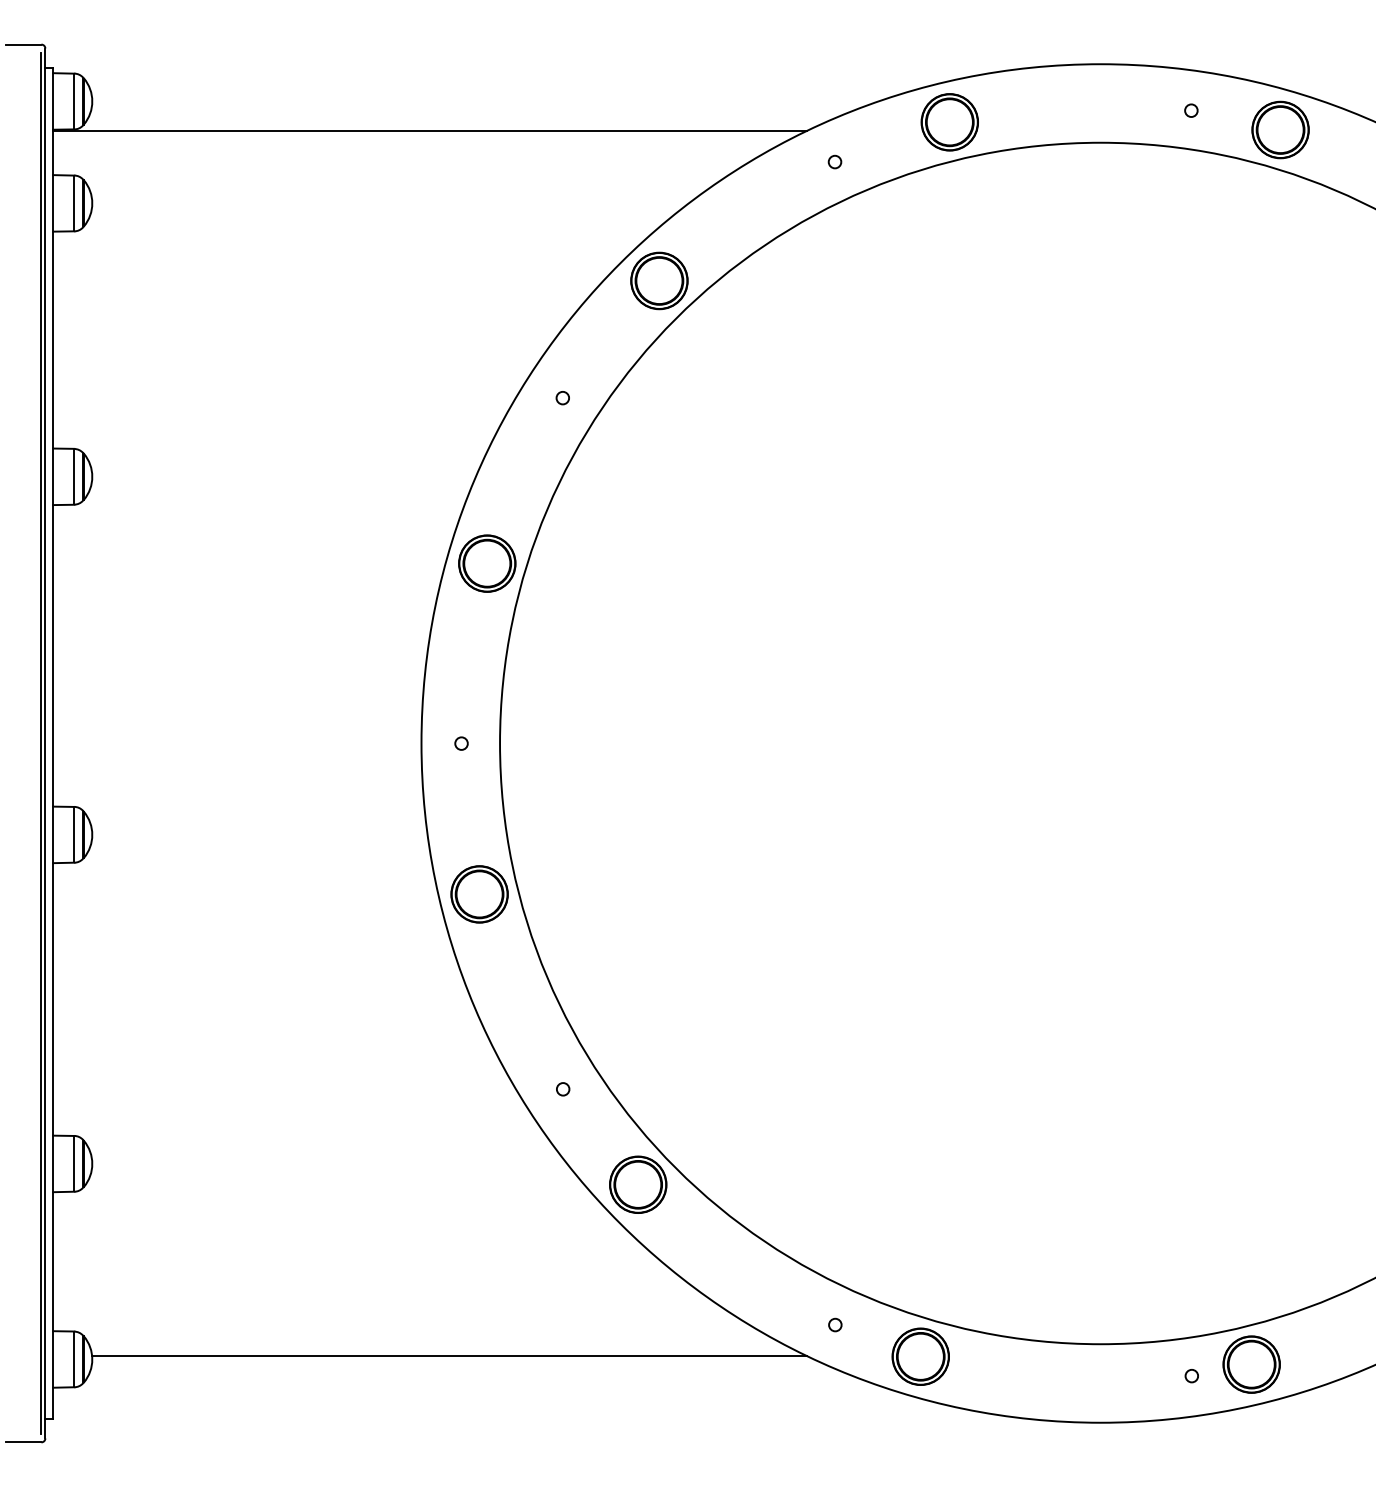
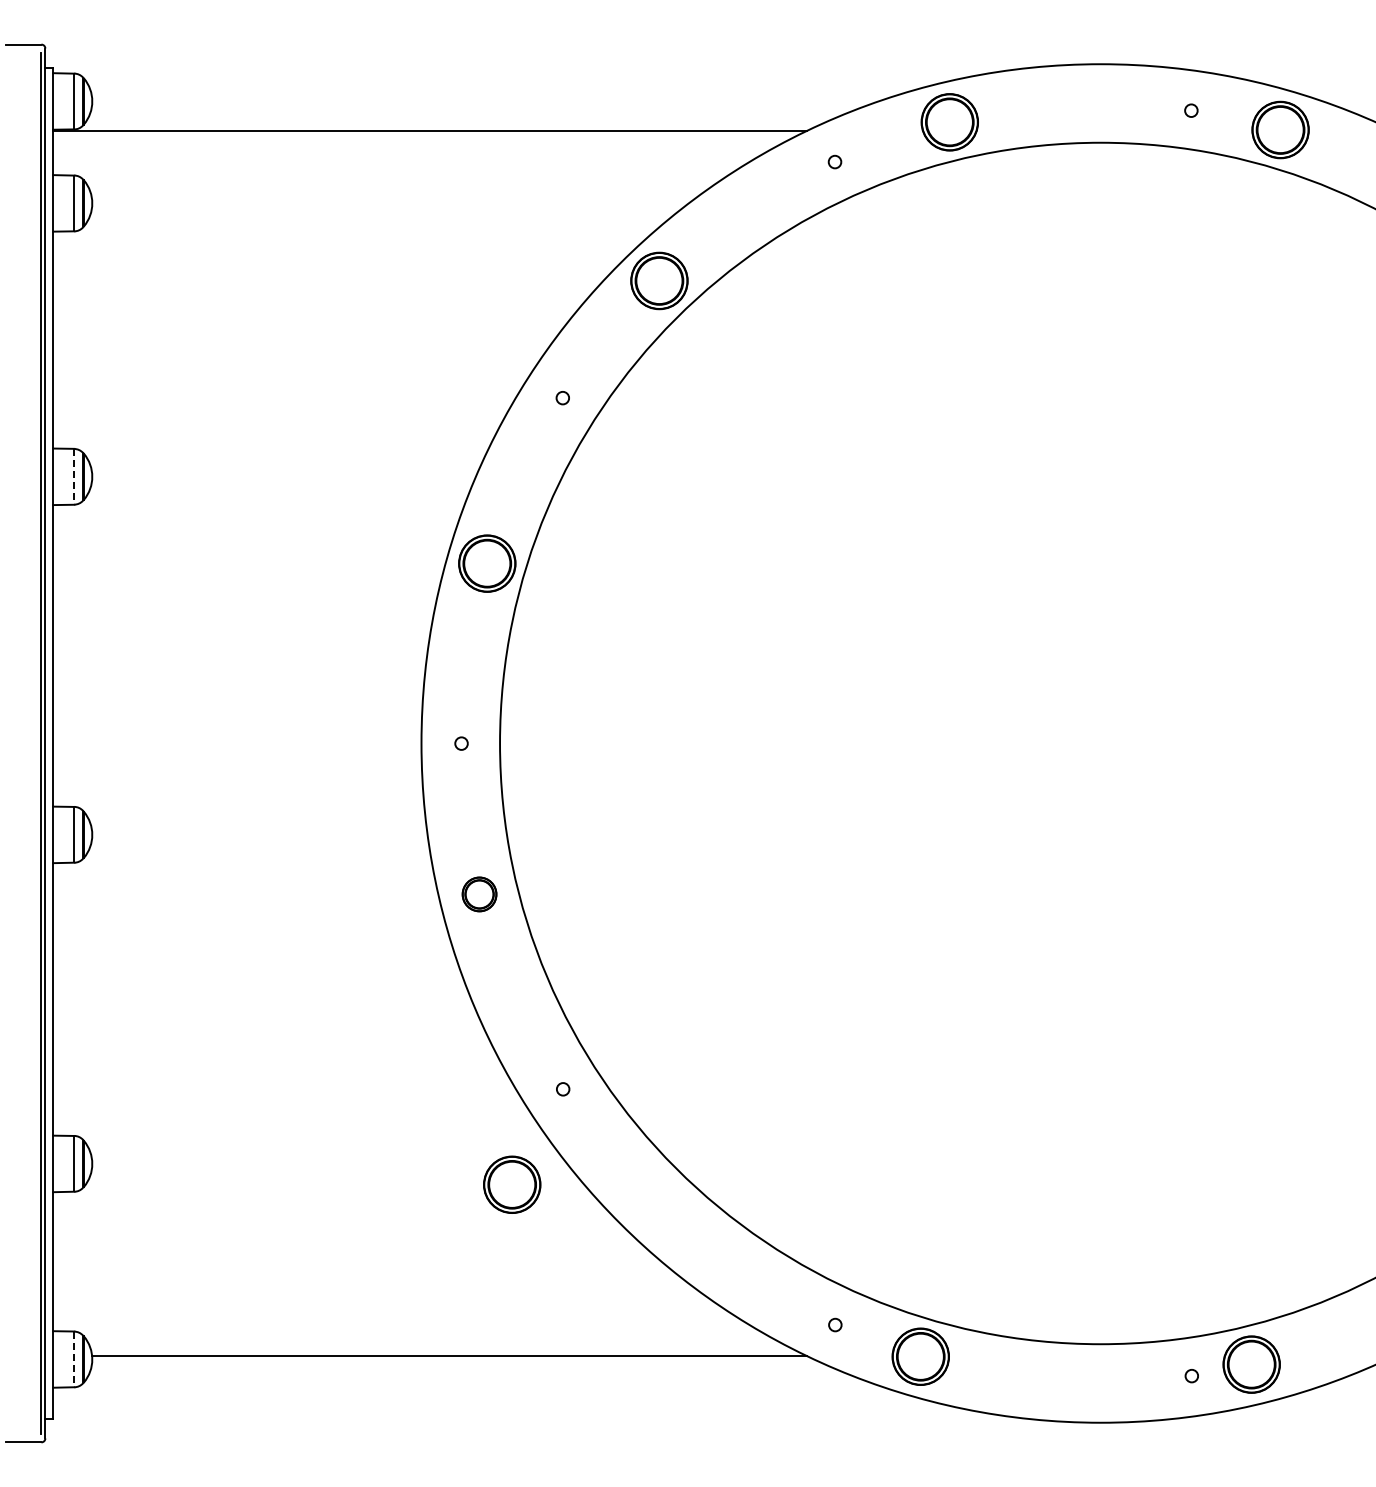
line at (74, 476): solid -> dashed
part at (479, 894) size: 59x59 px -> 37x37 px
part at (638, 1184) position: (638, 1184) -> (512, 1184)
line at (74, 1359): solid -> dashed
